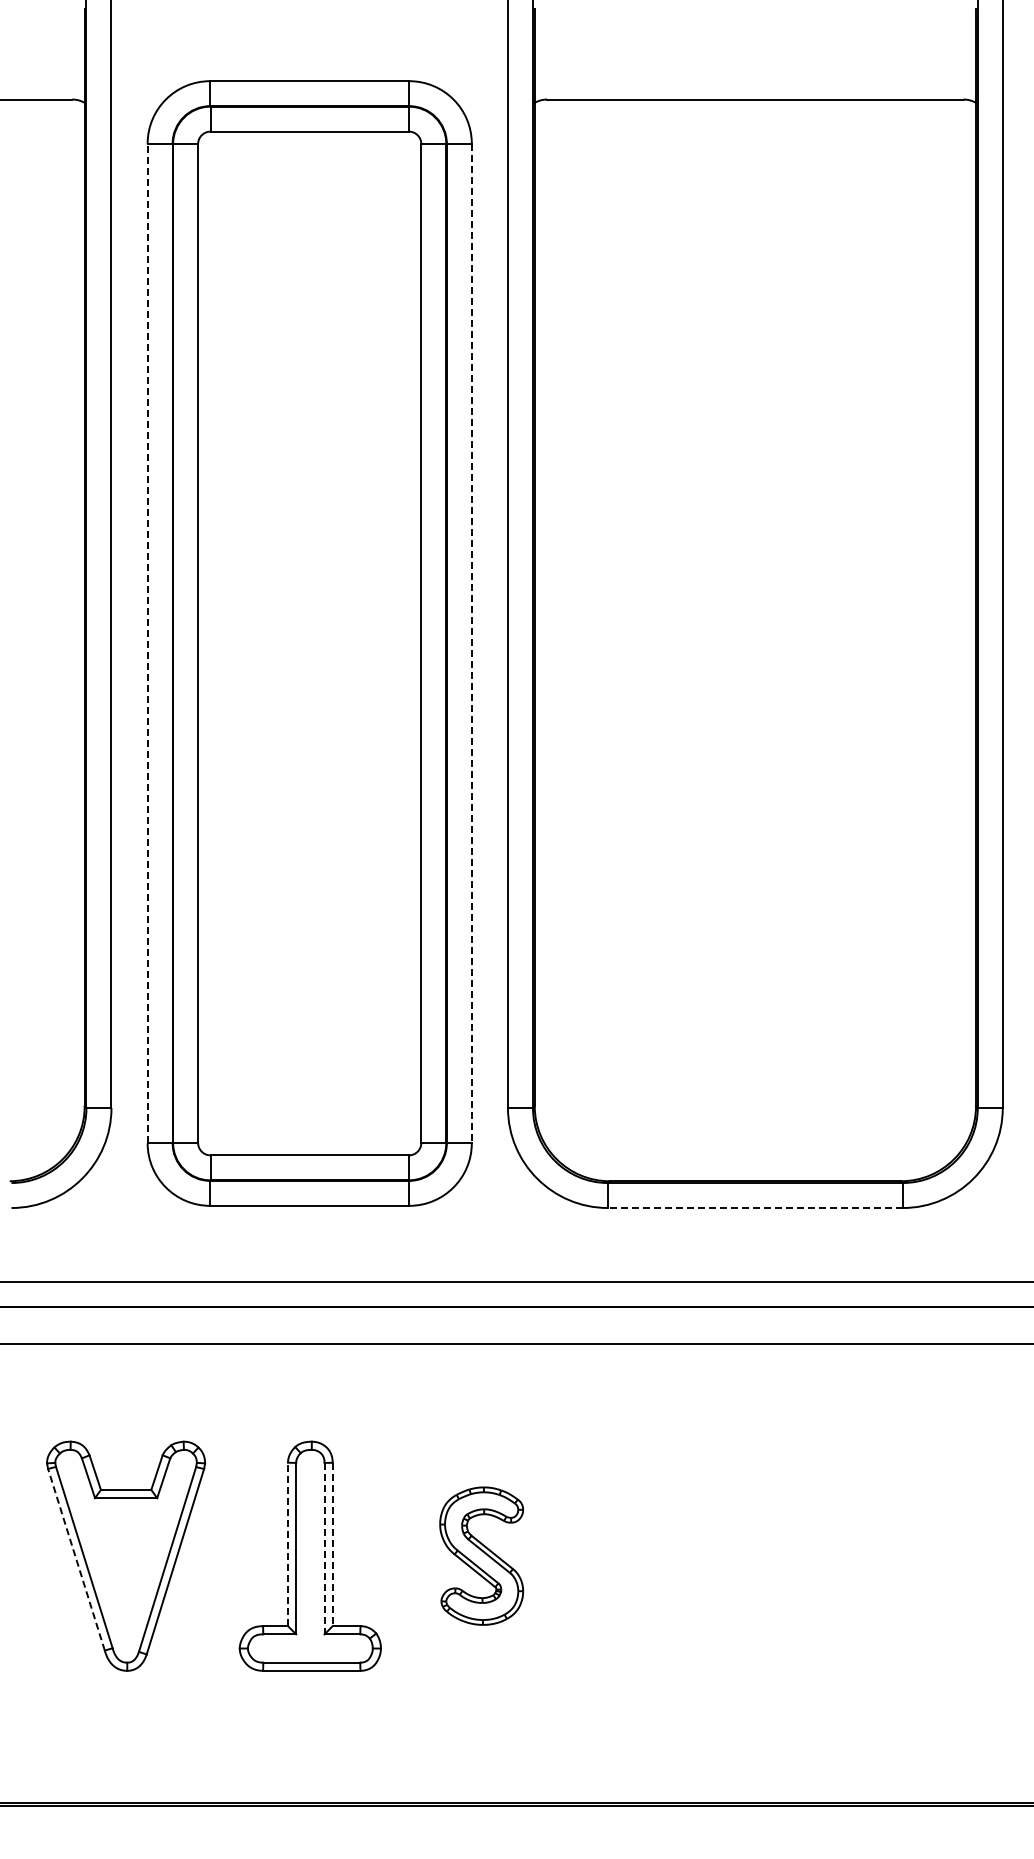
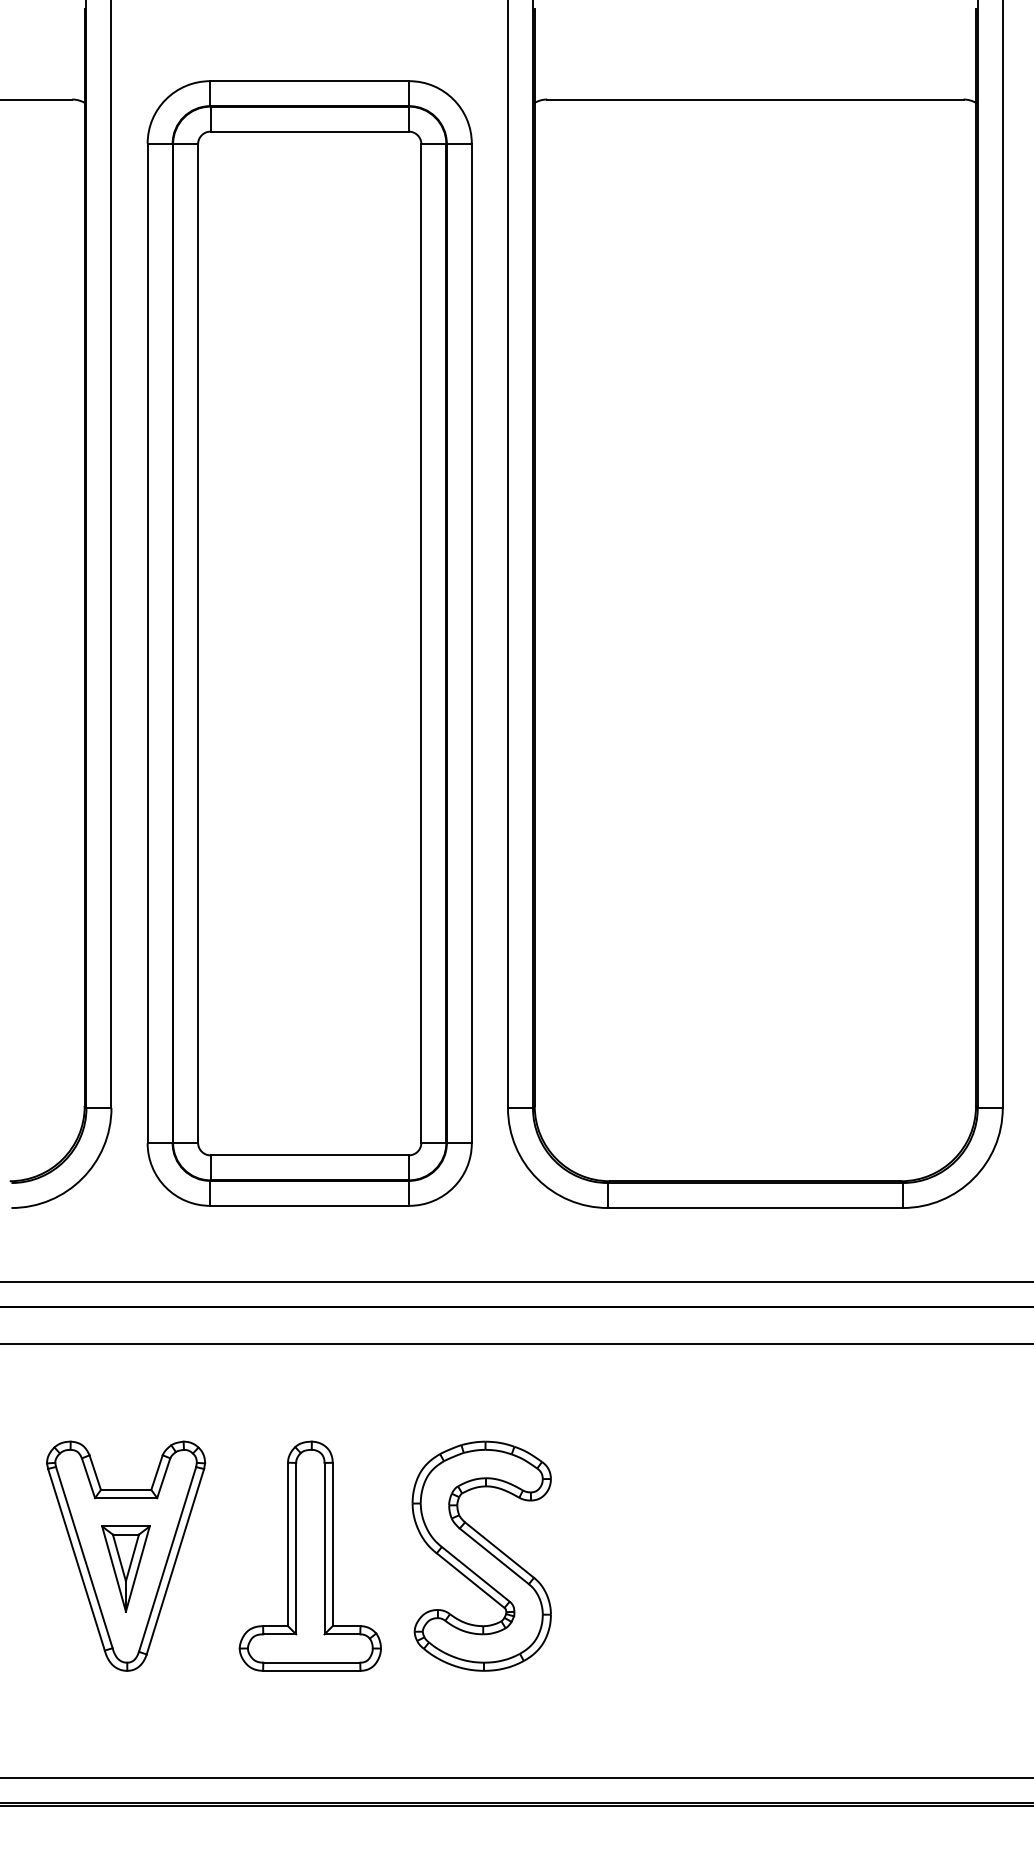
line at (147, 643): dashed -> solid
line at (471, 643): dashed -> solid
line at (754, 1208): dashed -> solid
line at (288, 1544): dashed -> solid
line at (332, 1544): dashed -> solid
line at (324, 1548): dashed -> solid
part at (481, 1555) size: 86x140 px -> 141x232 px
line at (76, 1559): dashed -> solid
part at (125, 1568): none -> present
line at (516, 1778): none -> present
